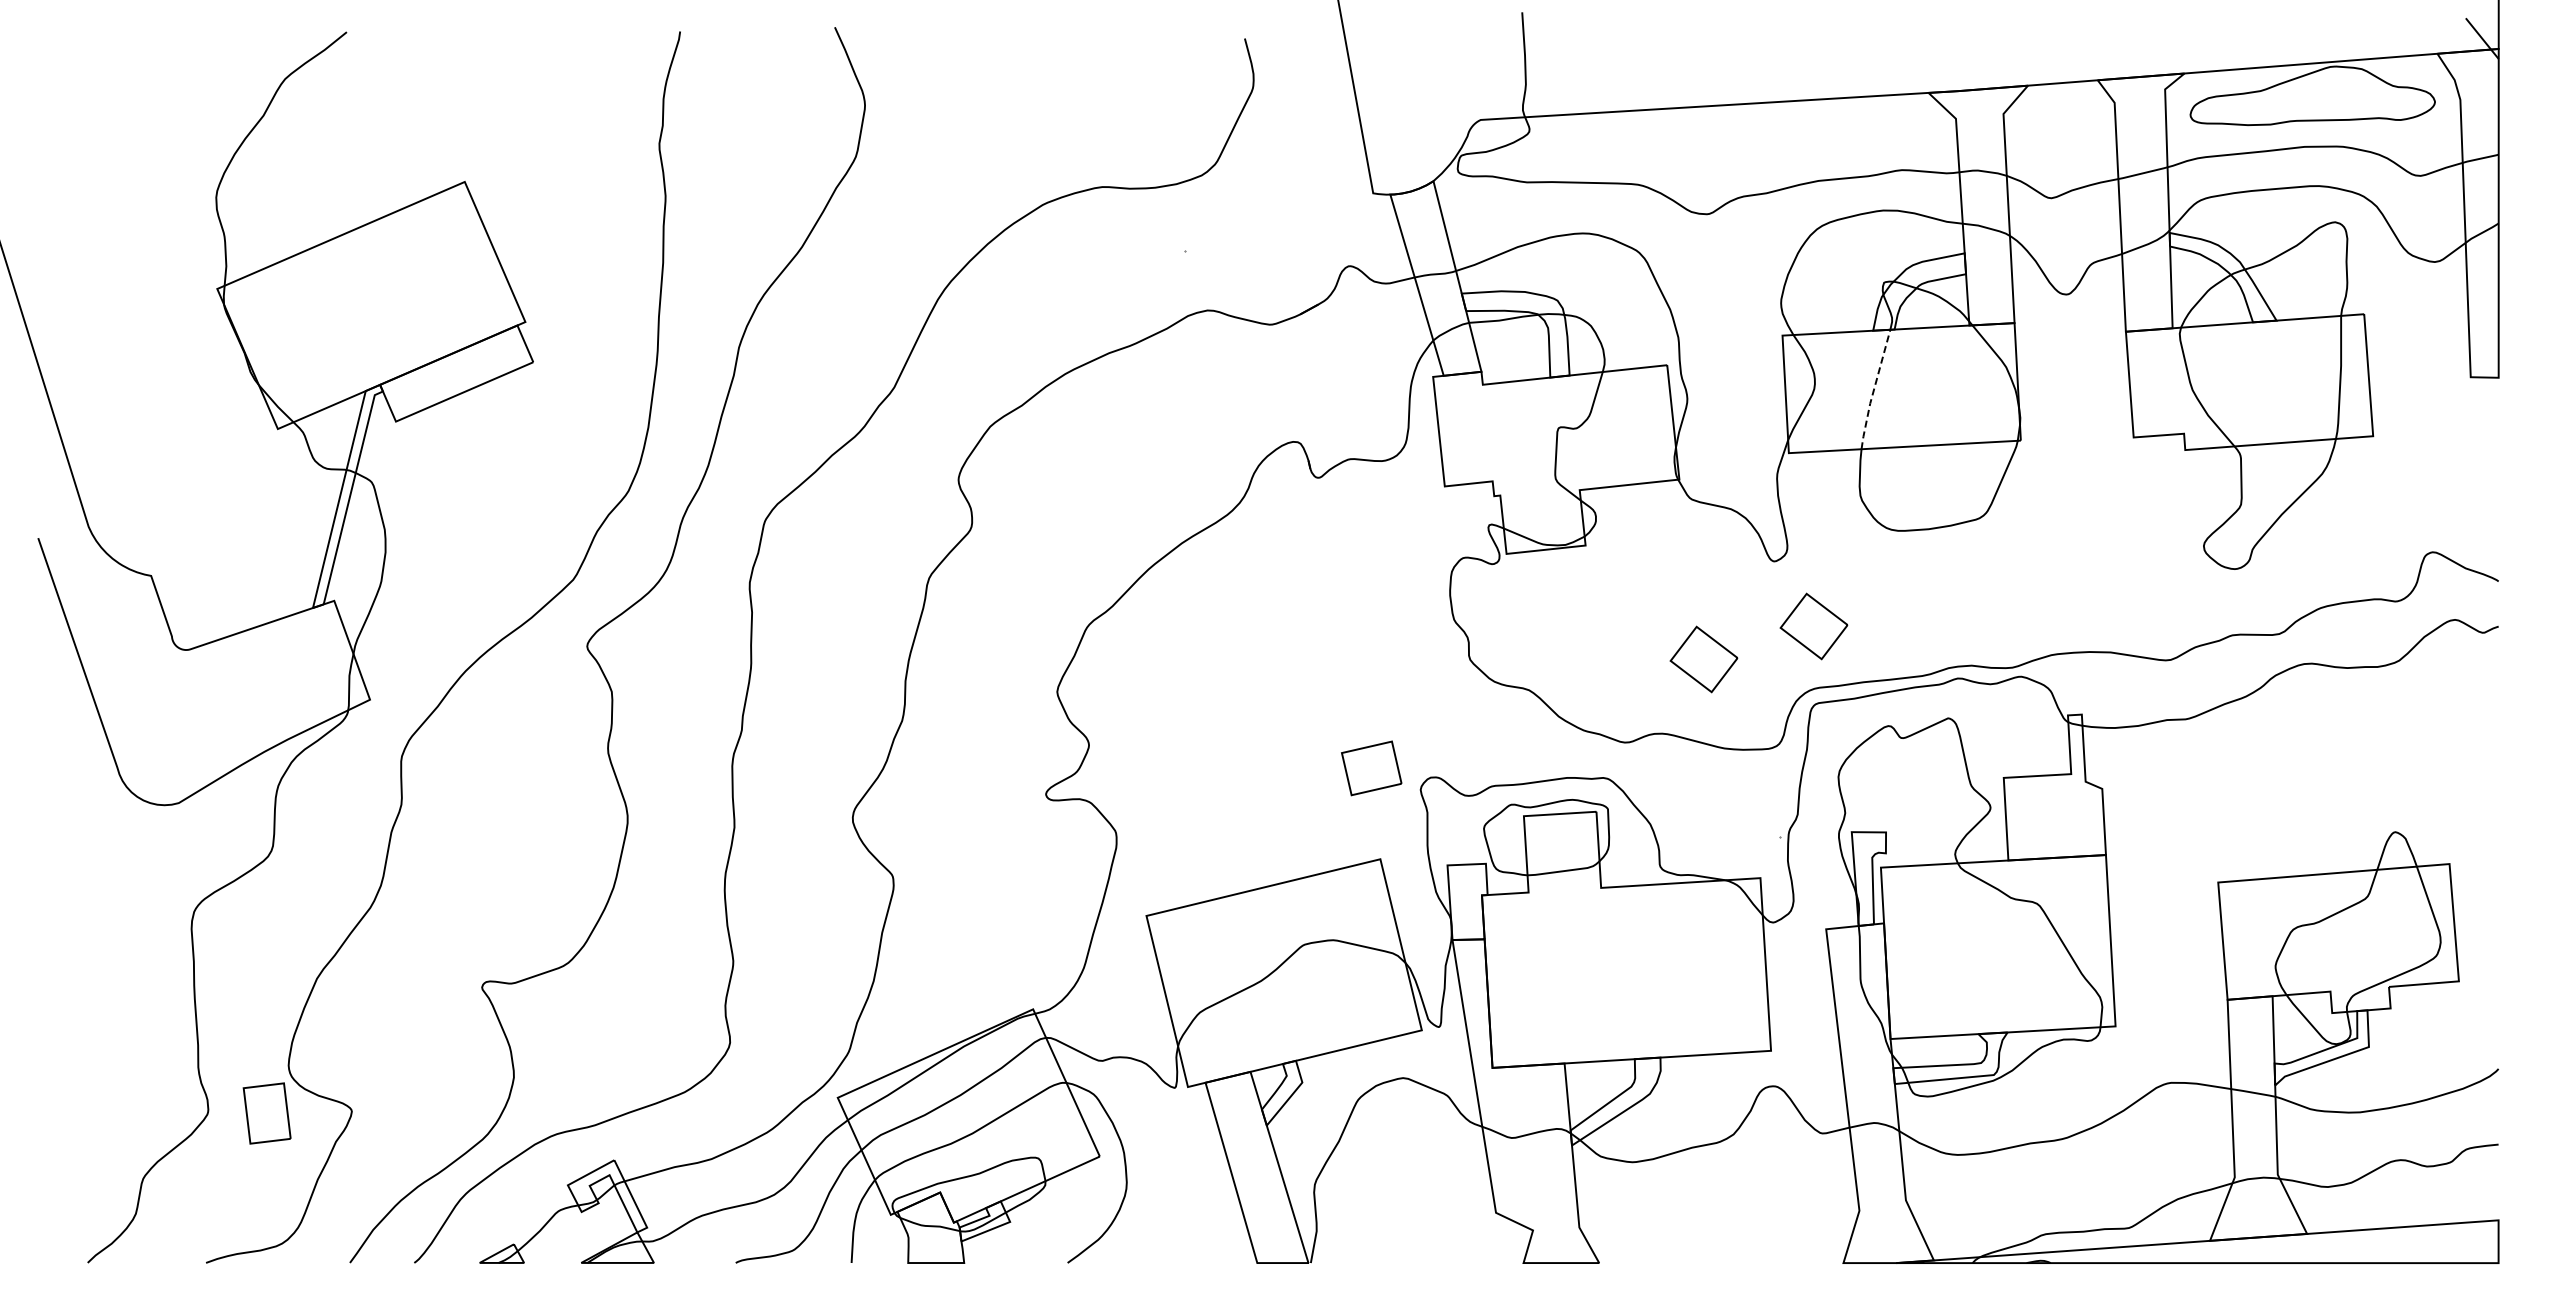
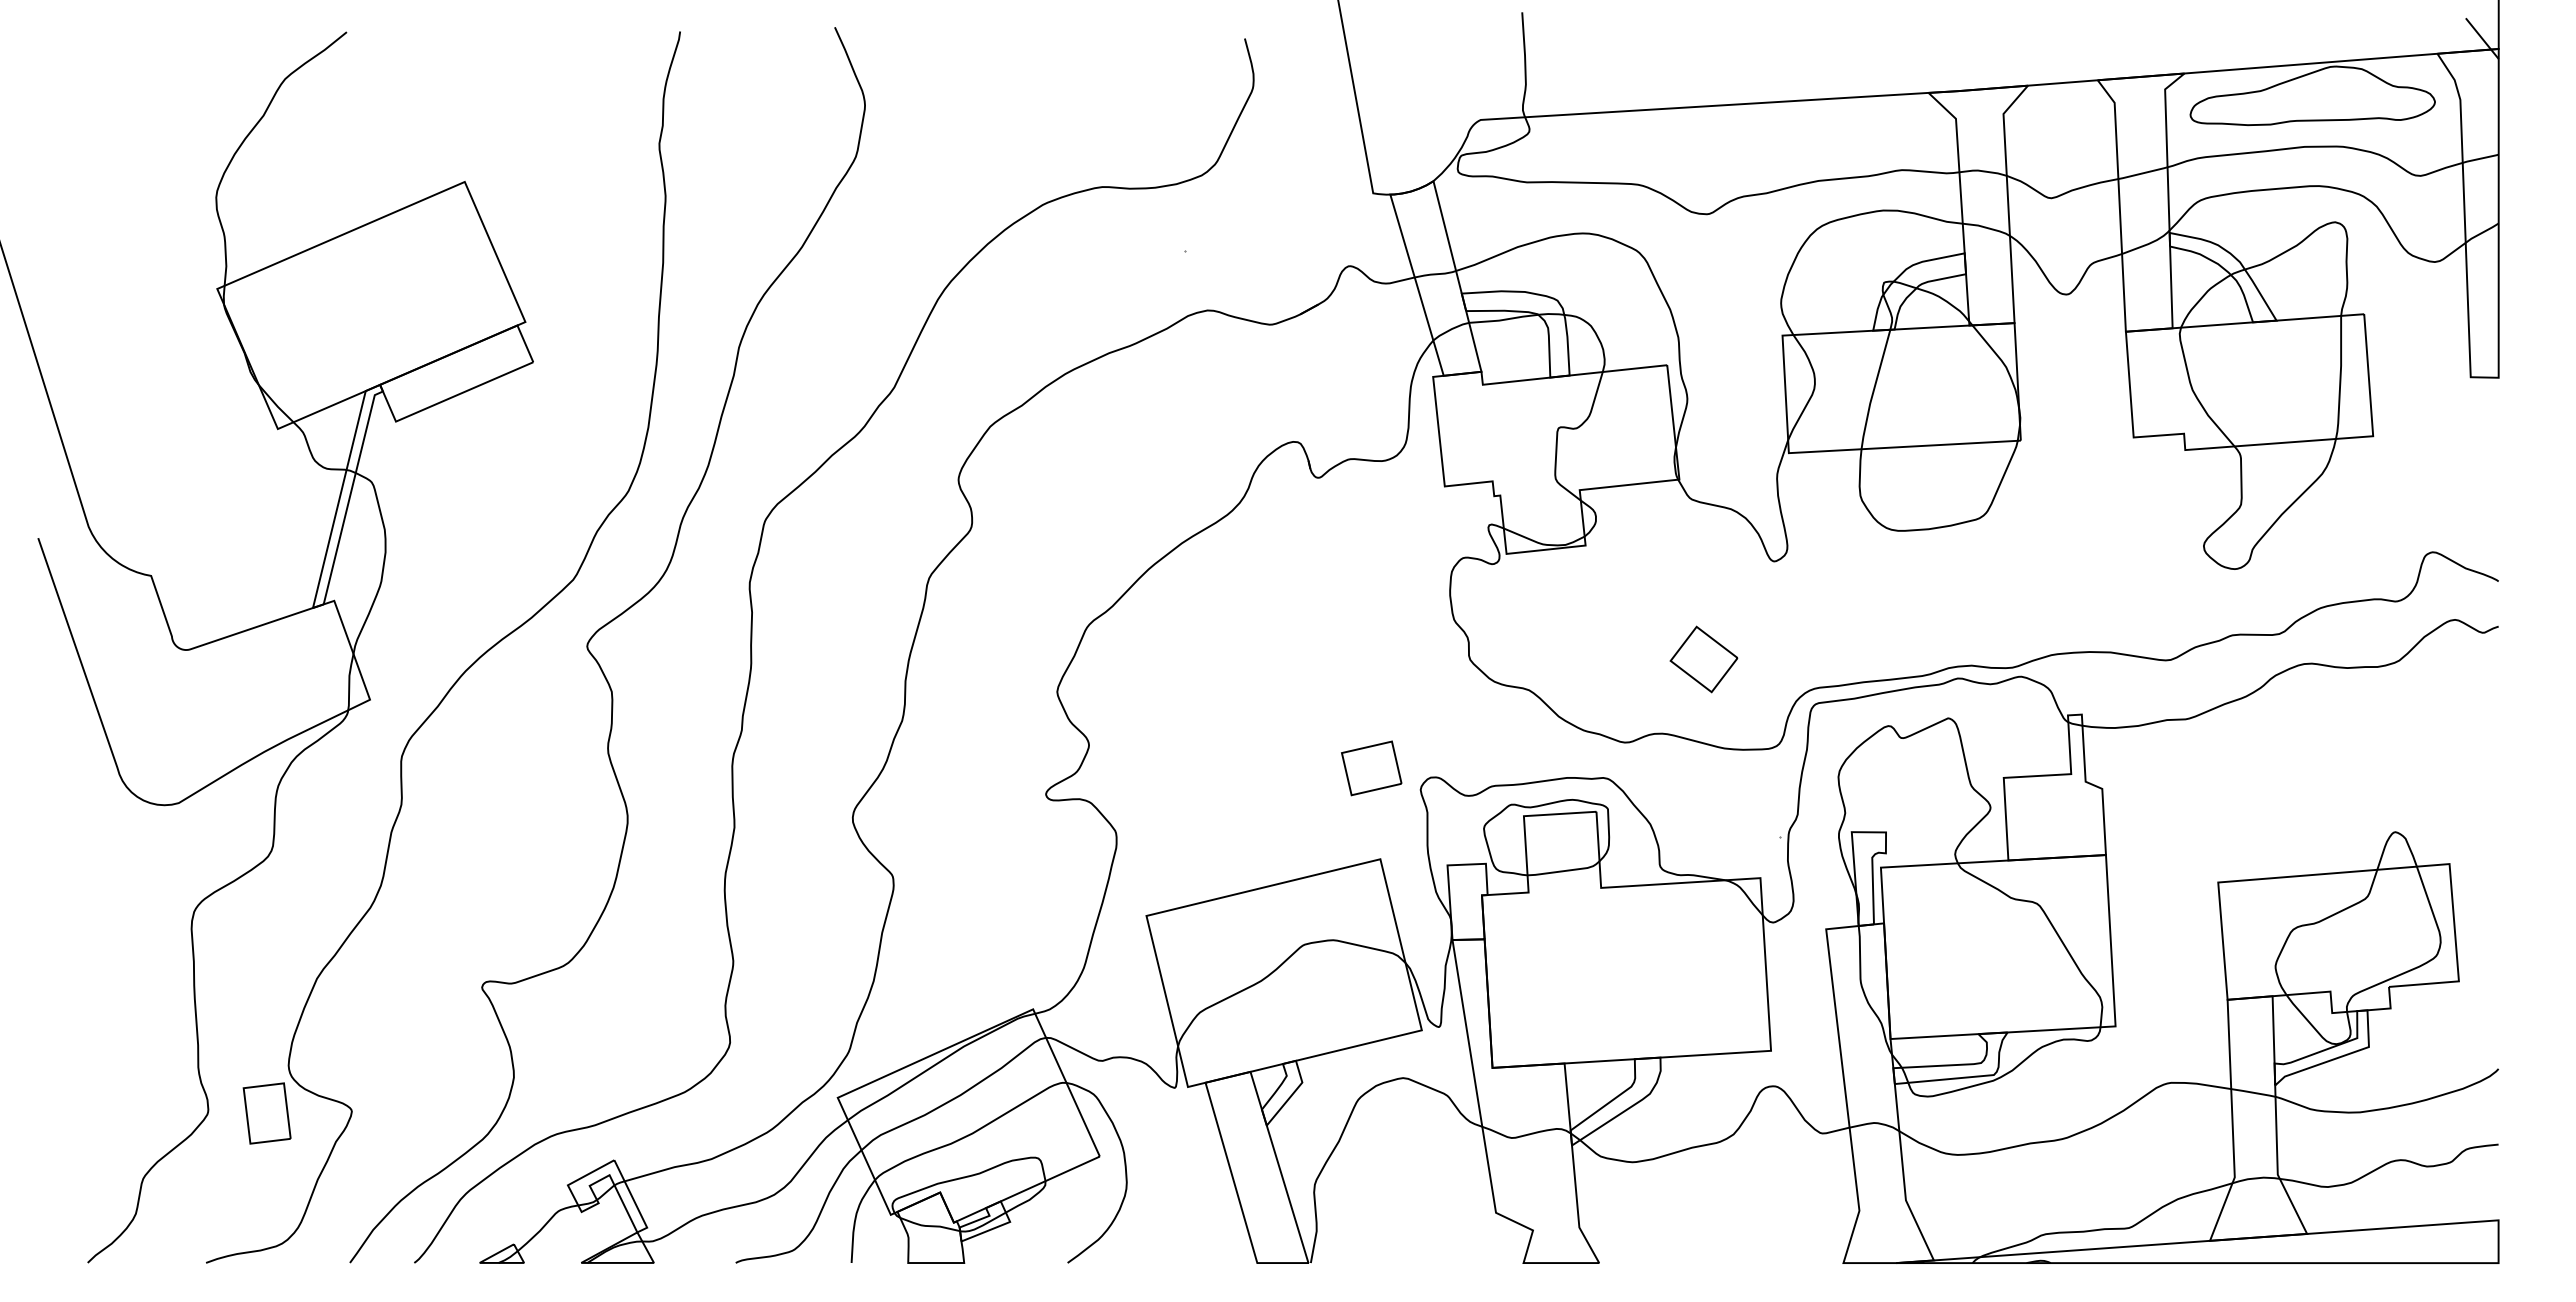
line at (1873, 390): dashed -> solid
part at (1813, 626): present -> none
